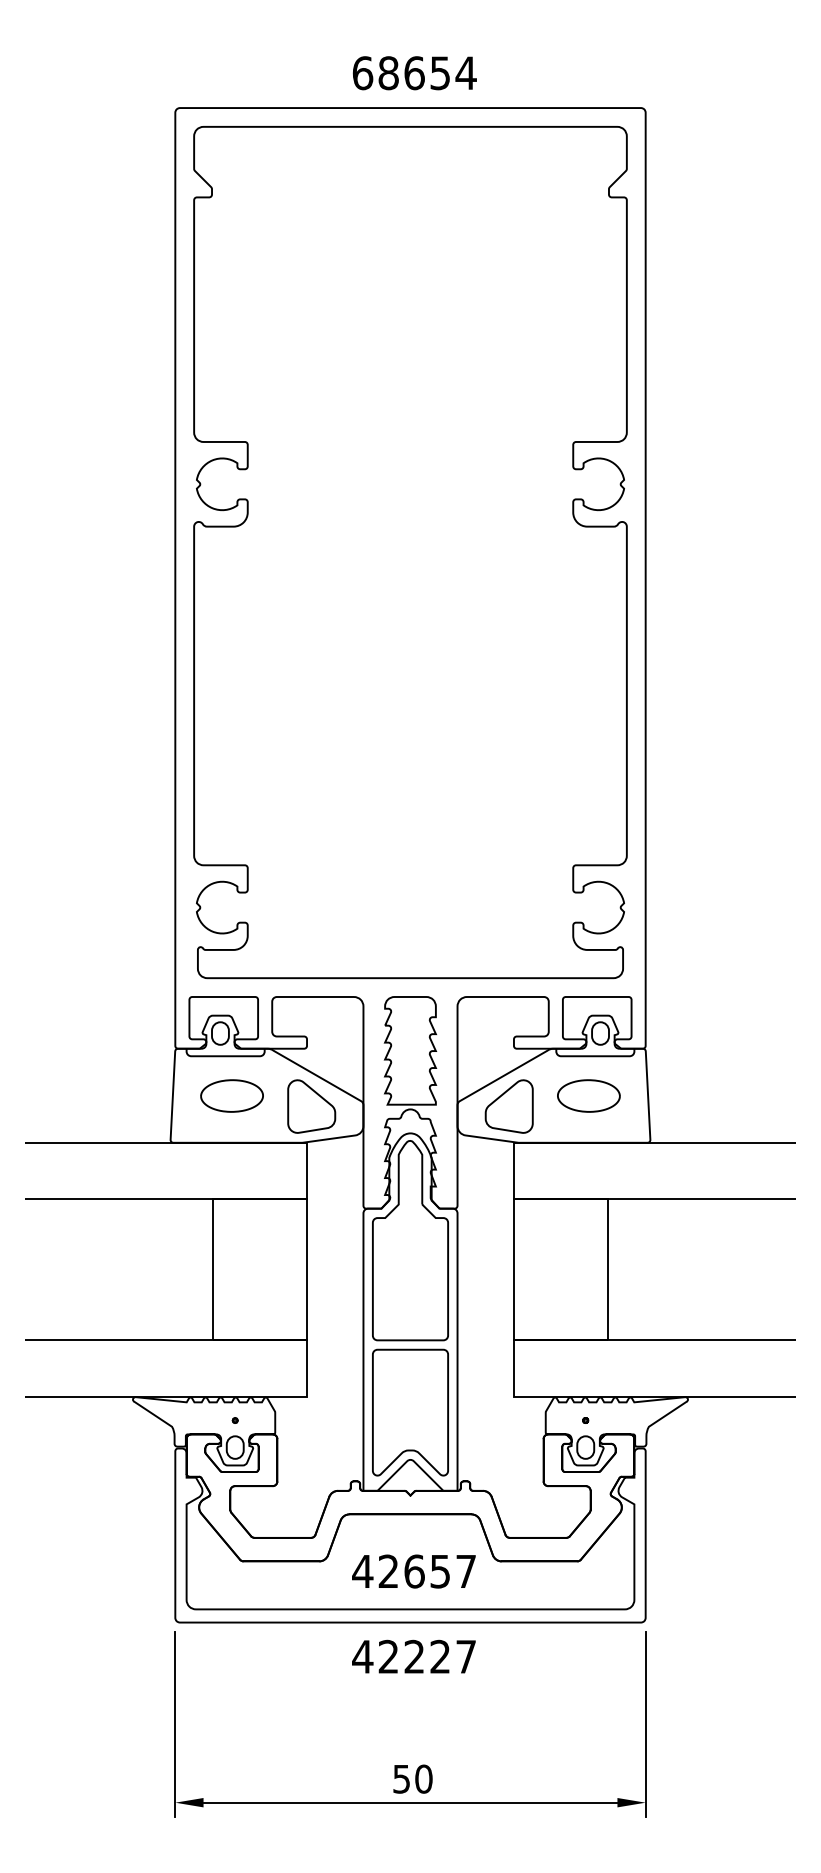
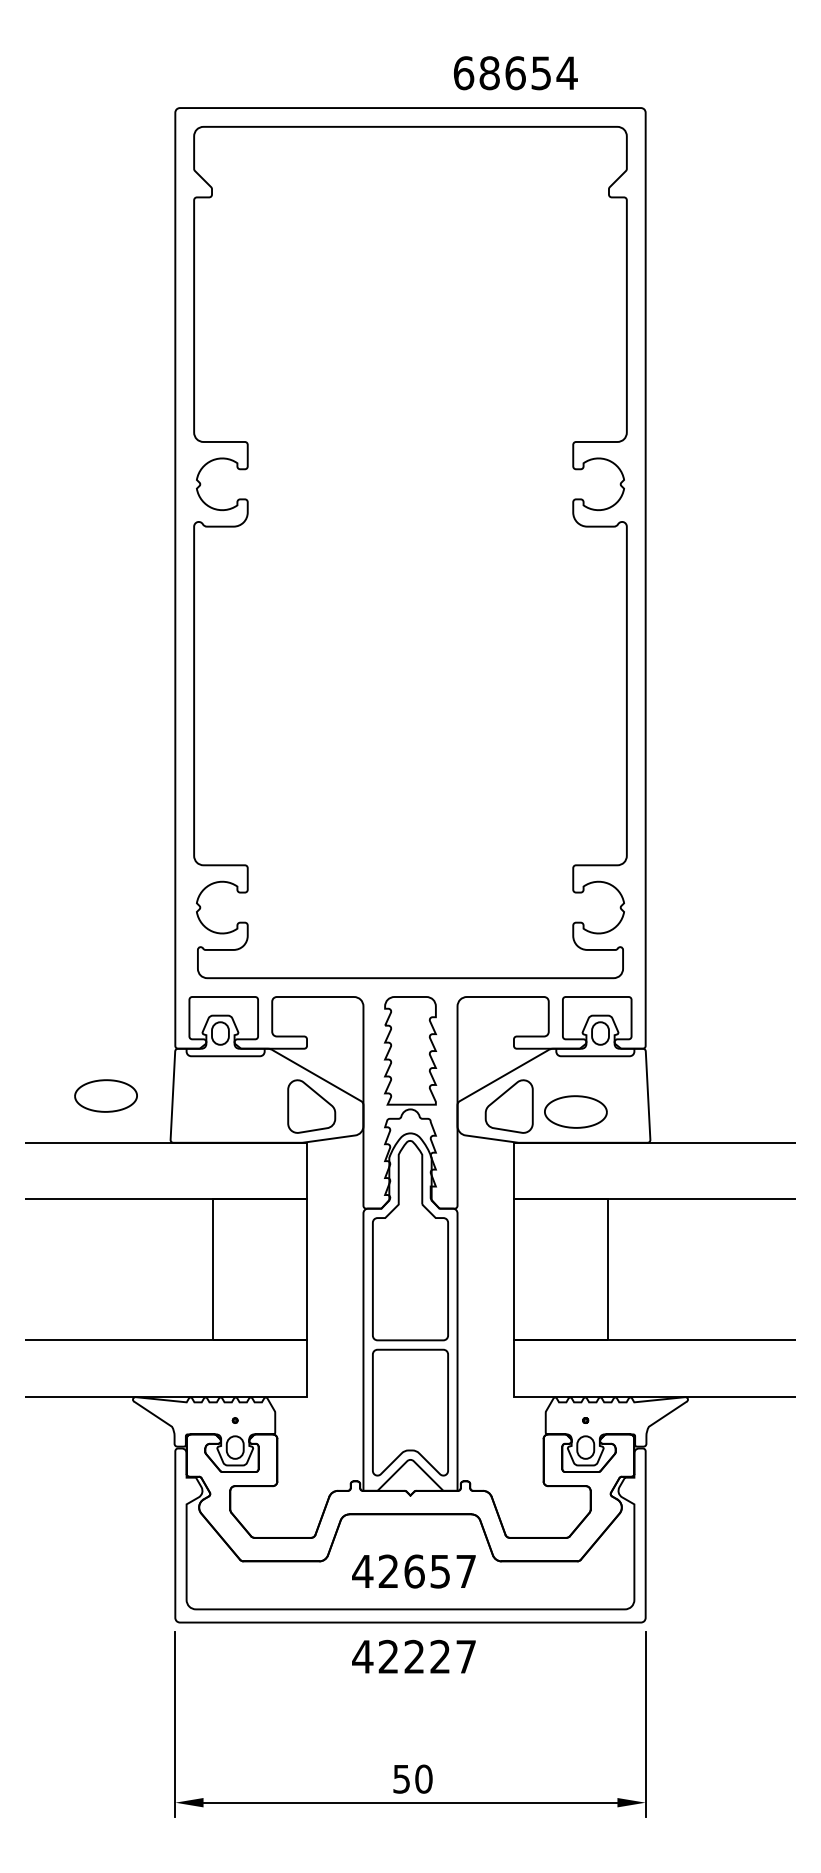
text at (414, 73) position: (414, 73) -> (515, 73)
part at (231, 1095) position: (231, 1095) -> (105, 1095)
part at (588, 1095) position: (588, 1095) -> (575, 1111)
